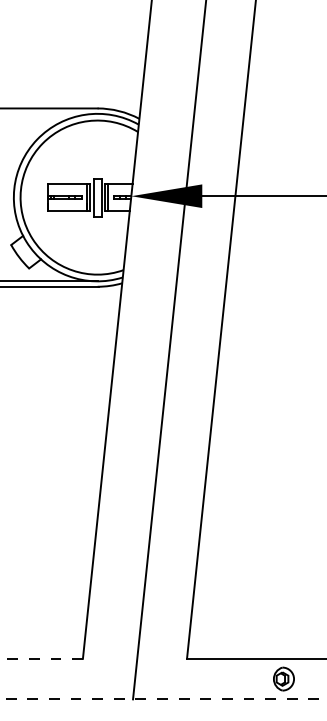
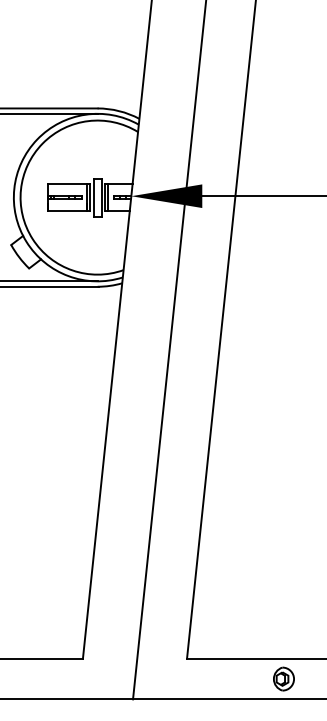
line at (49, 113): none -> present
line at (41, 658): dashed -> solid
line at (163, 699): dashed -> solid
